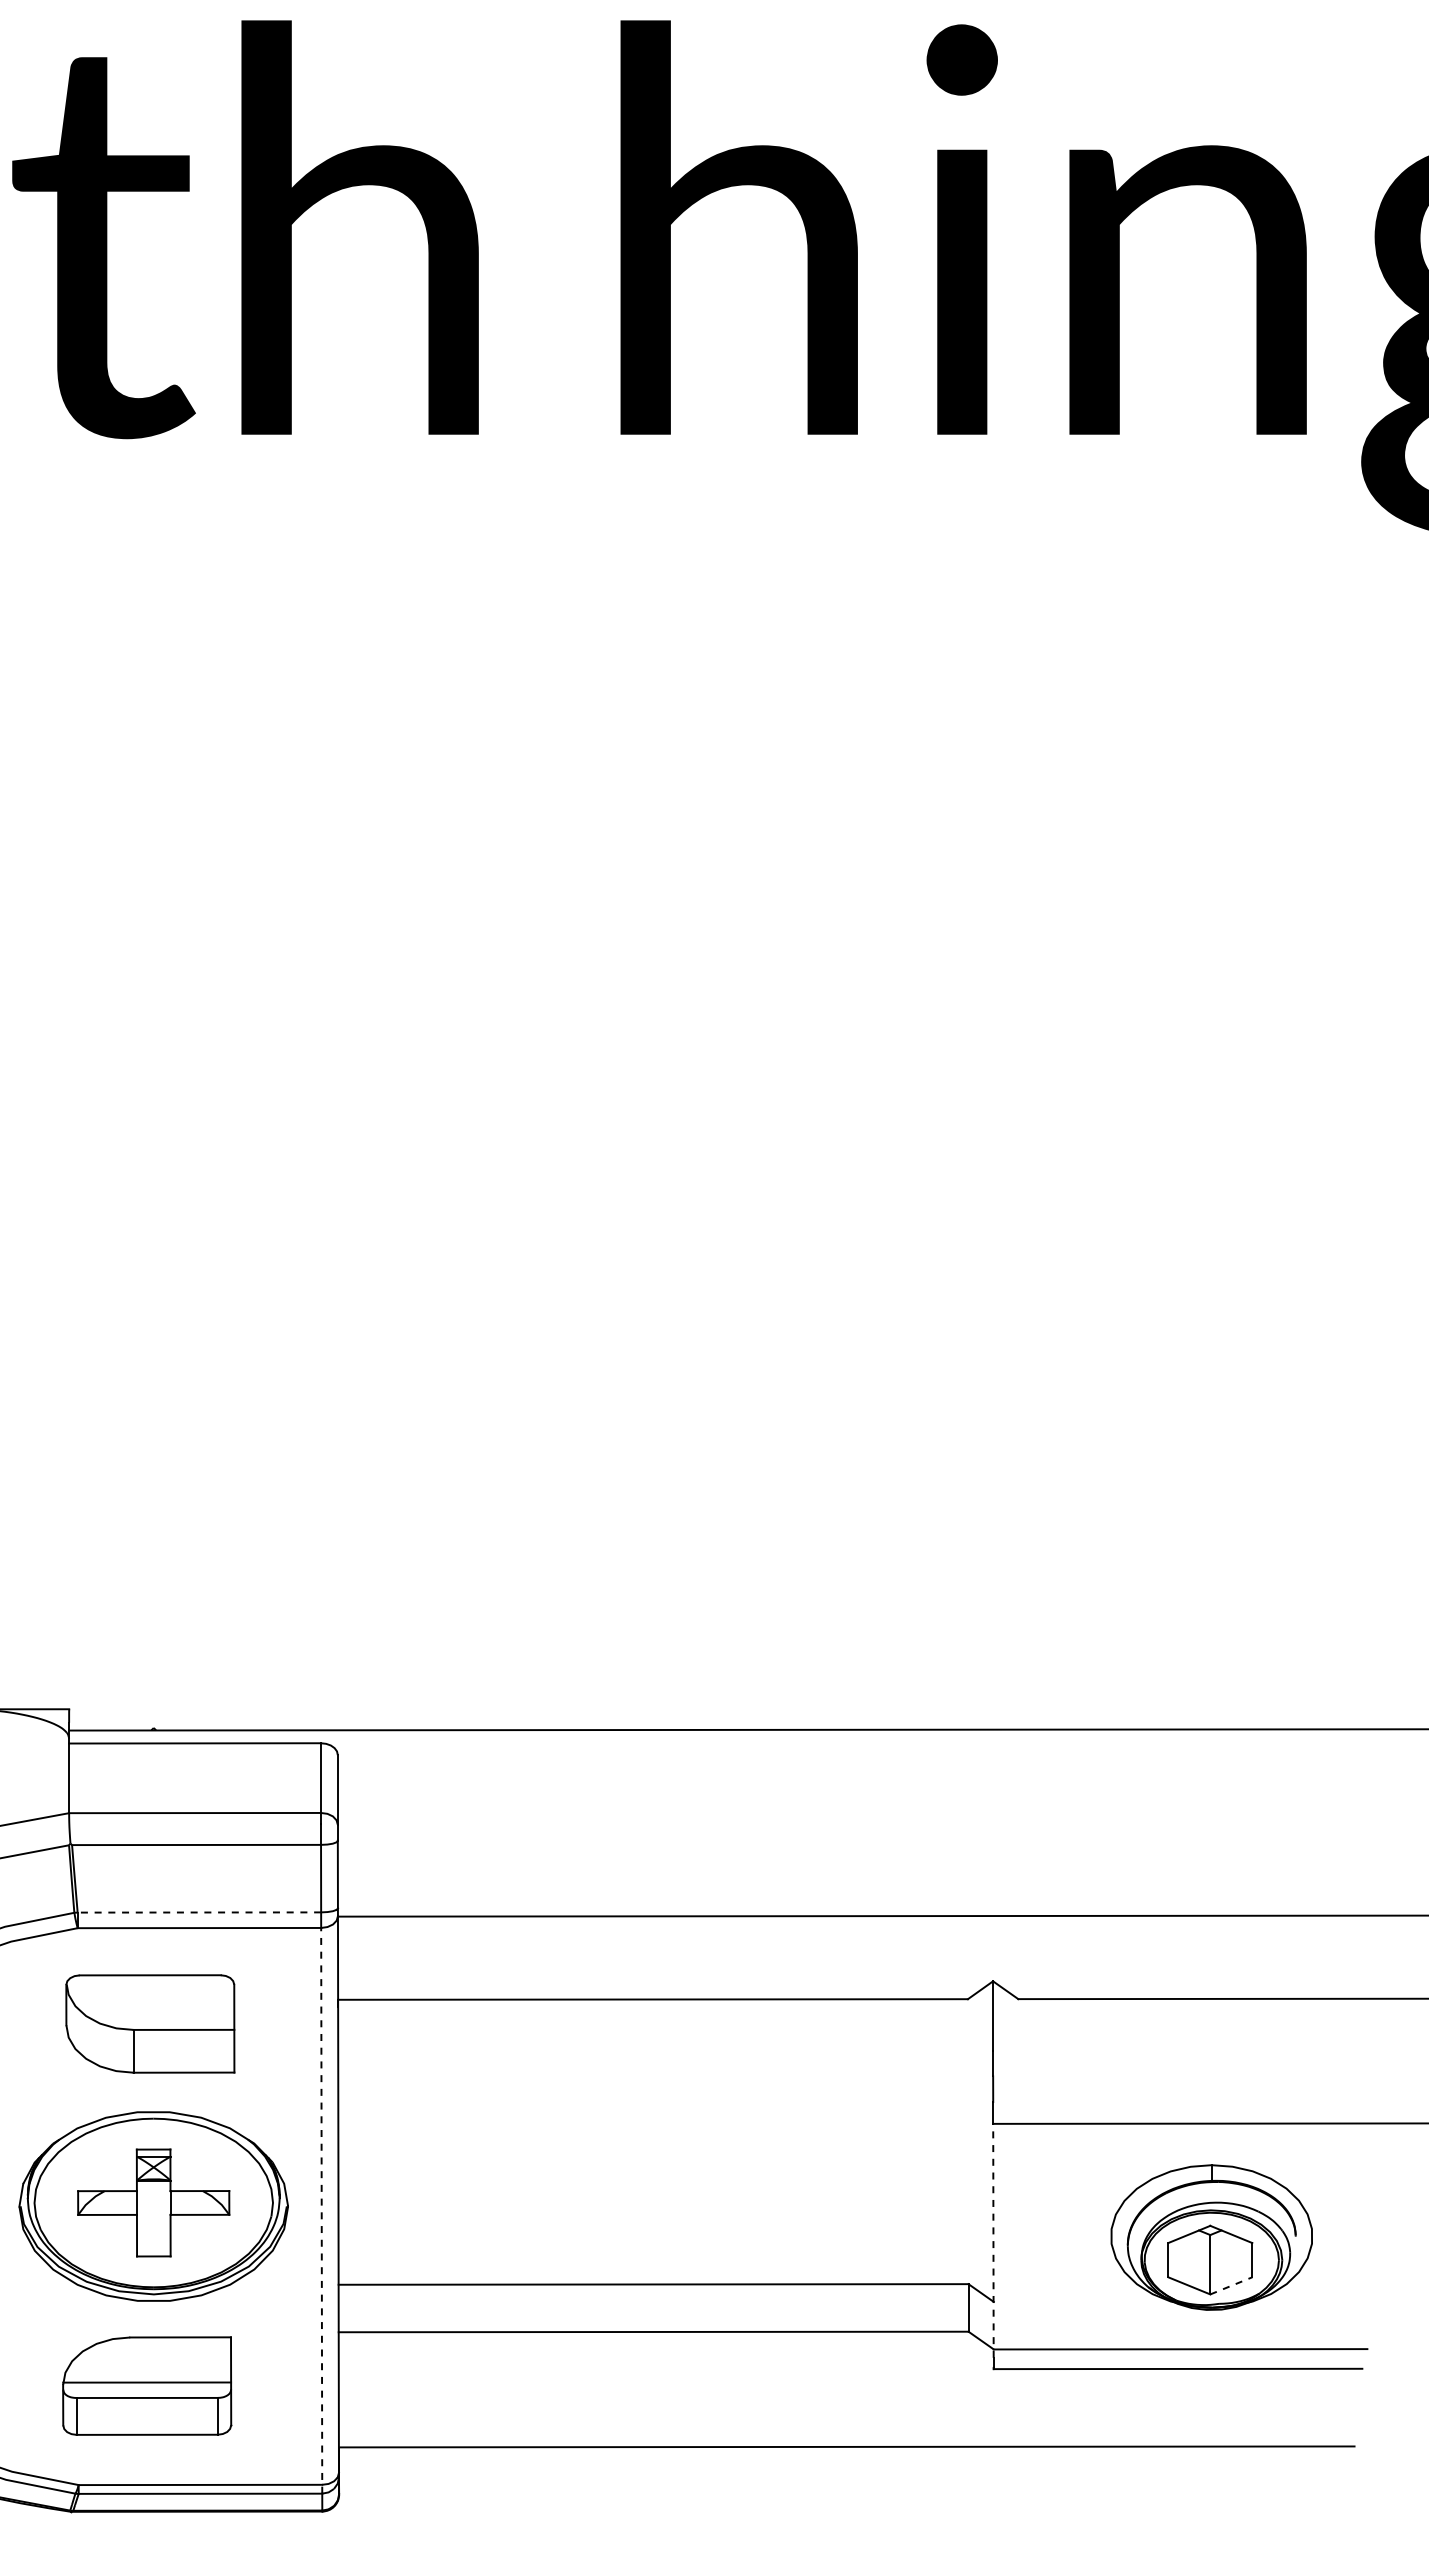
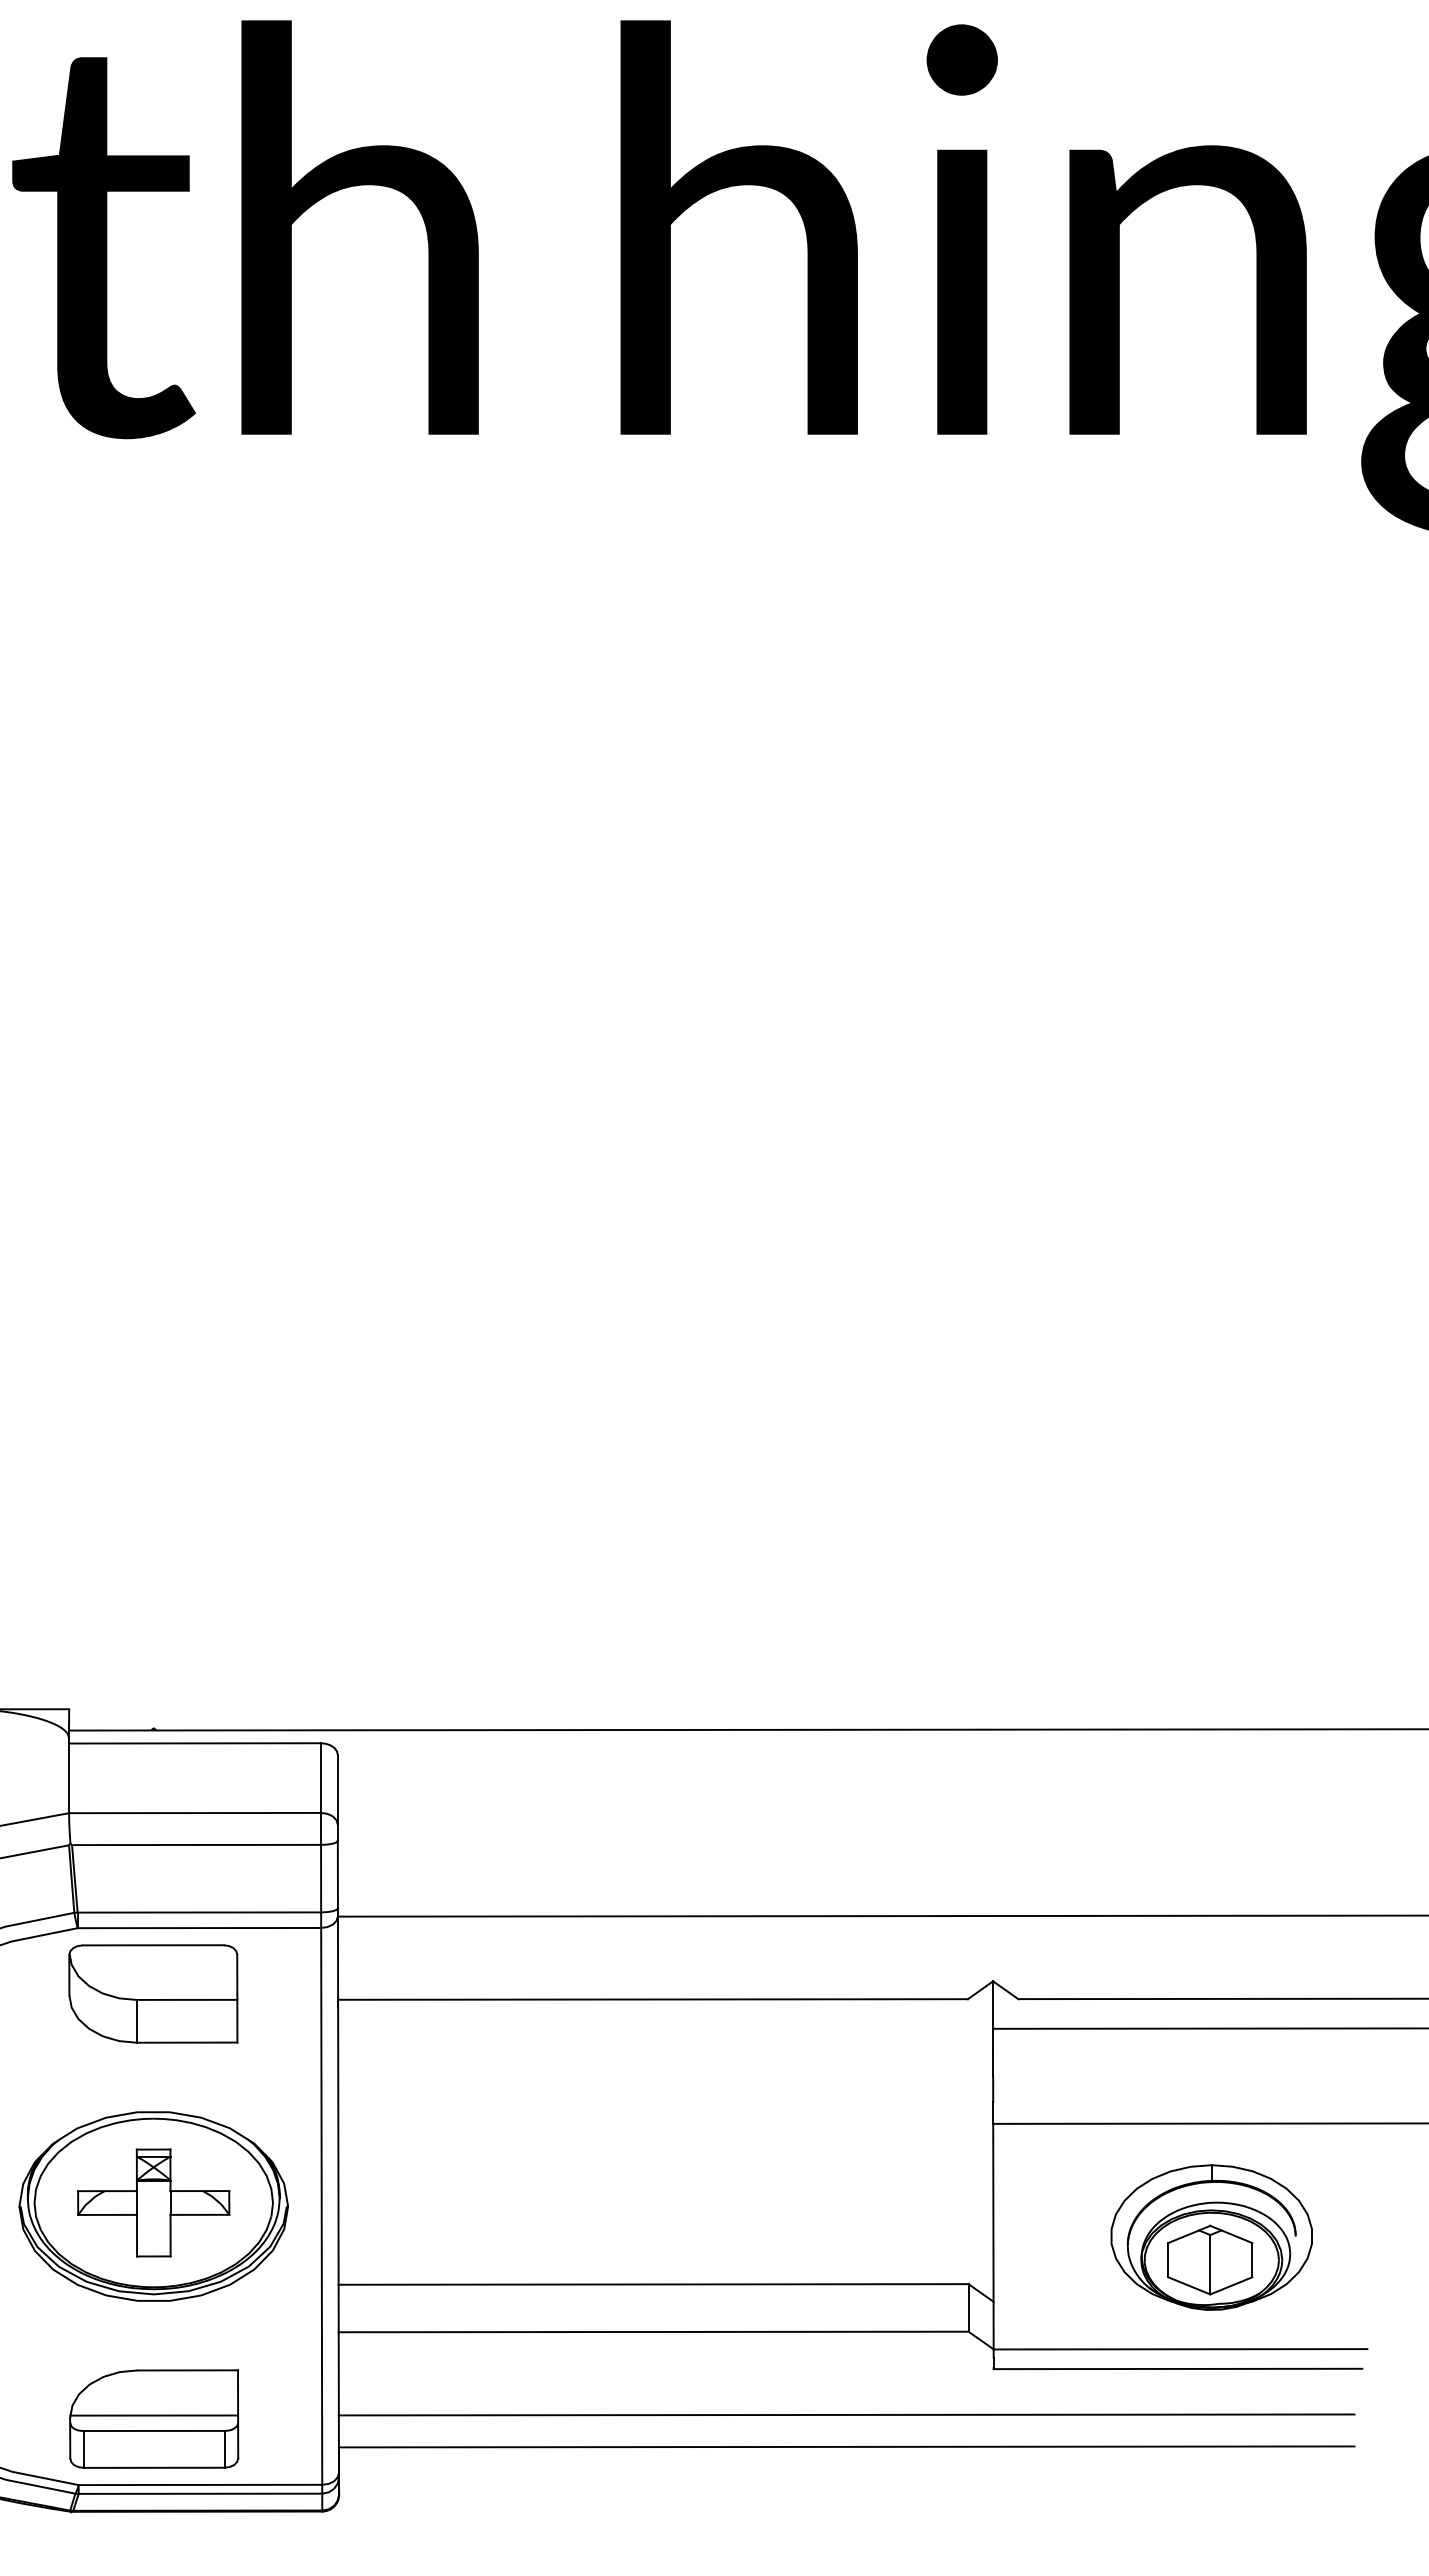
line at (199, 1912): dashed -> solid
part at (150, 2023) position: (150, 2023) -> (153, 1993)
line at (1209, 2028): none -> present
line at (321, 2210): dashed -> solid
line at (993, 2240): dashed -> solid
line at (1231, 2285): dashed -> solid
part at (147, 2385) position: (147, 2385) -> (154, 2418)
line at (846, 2414): none -> present
